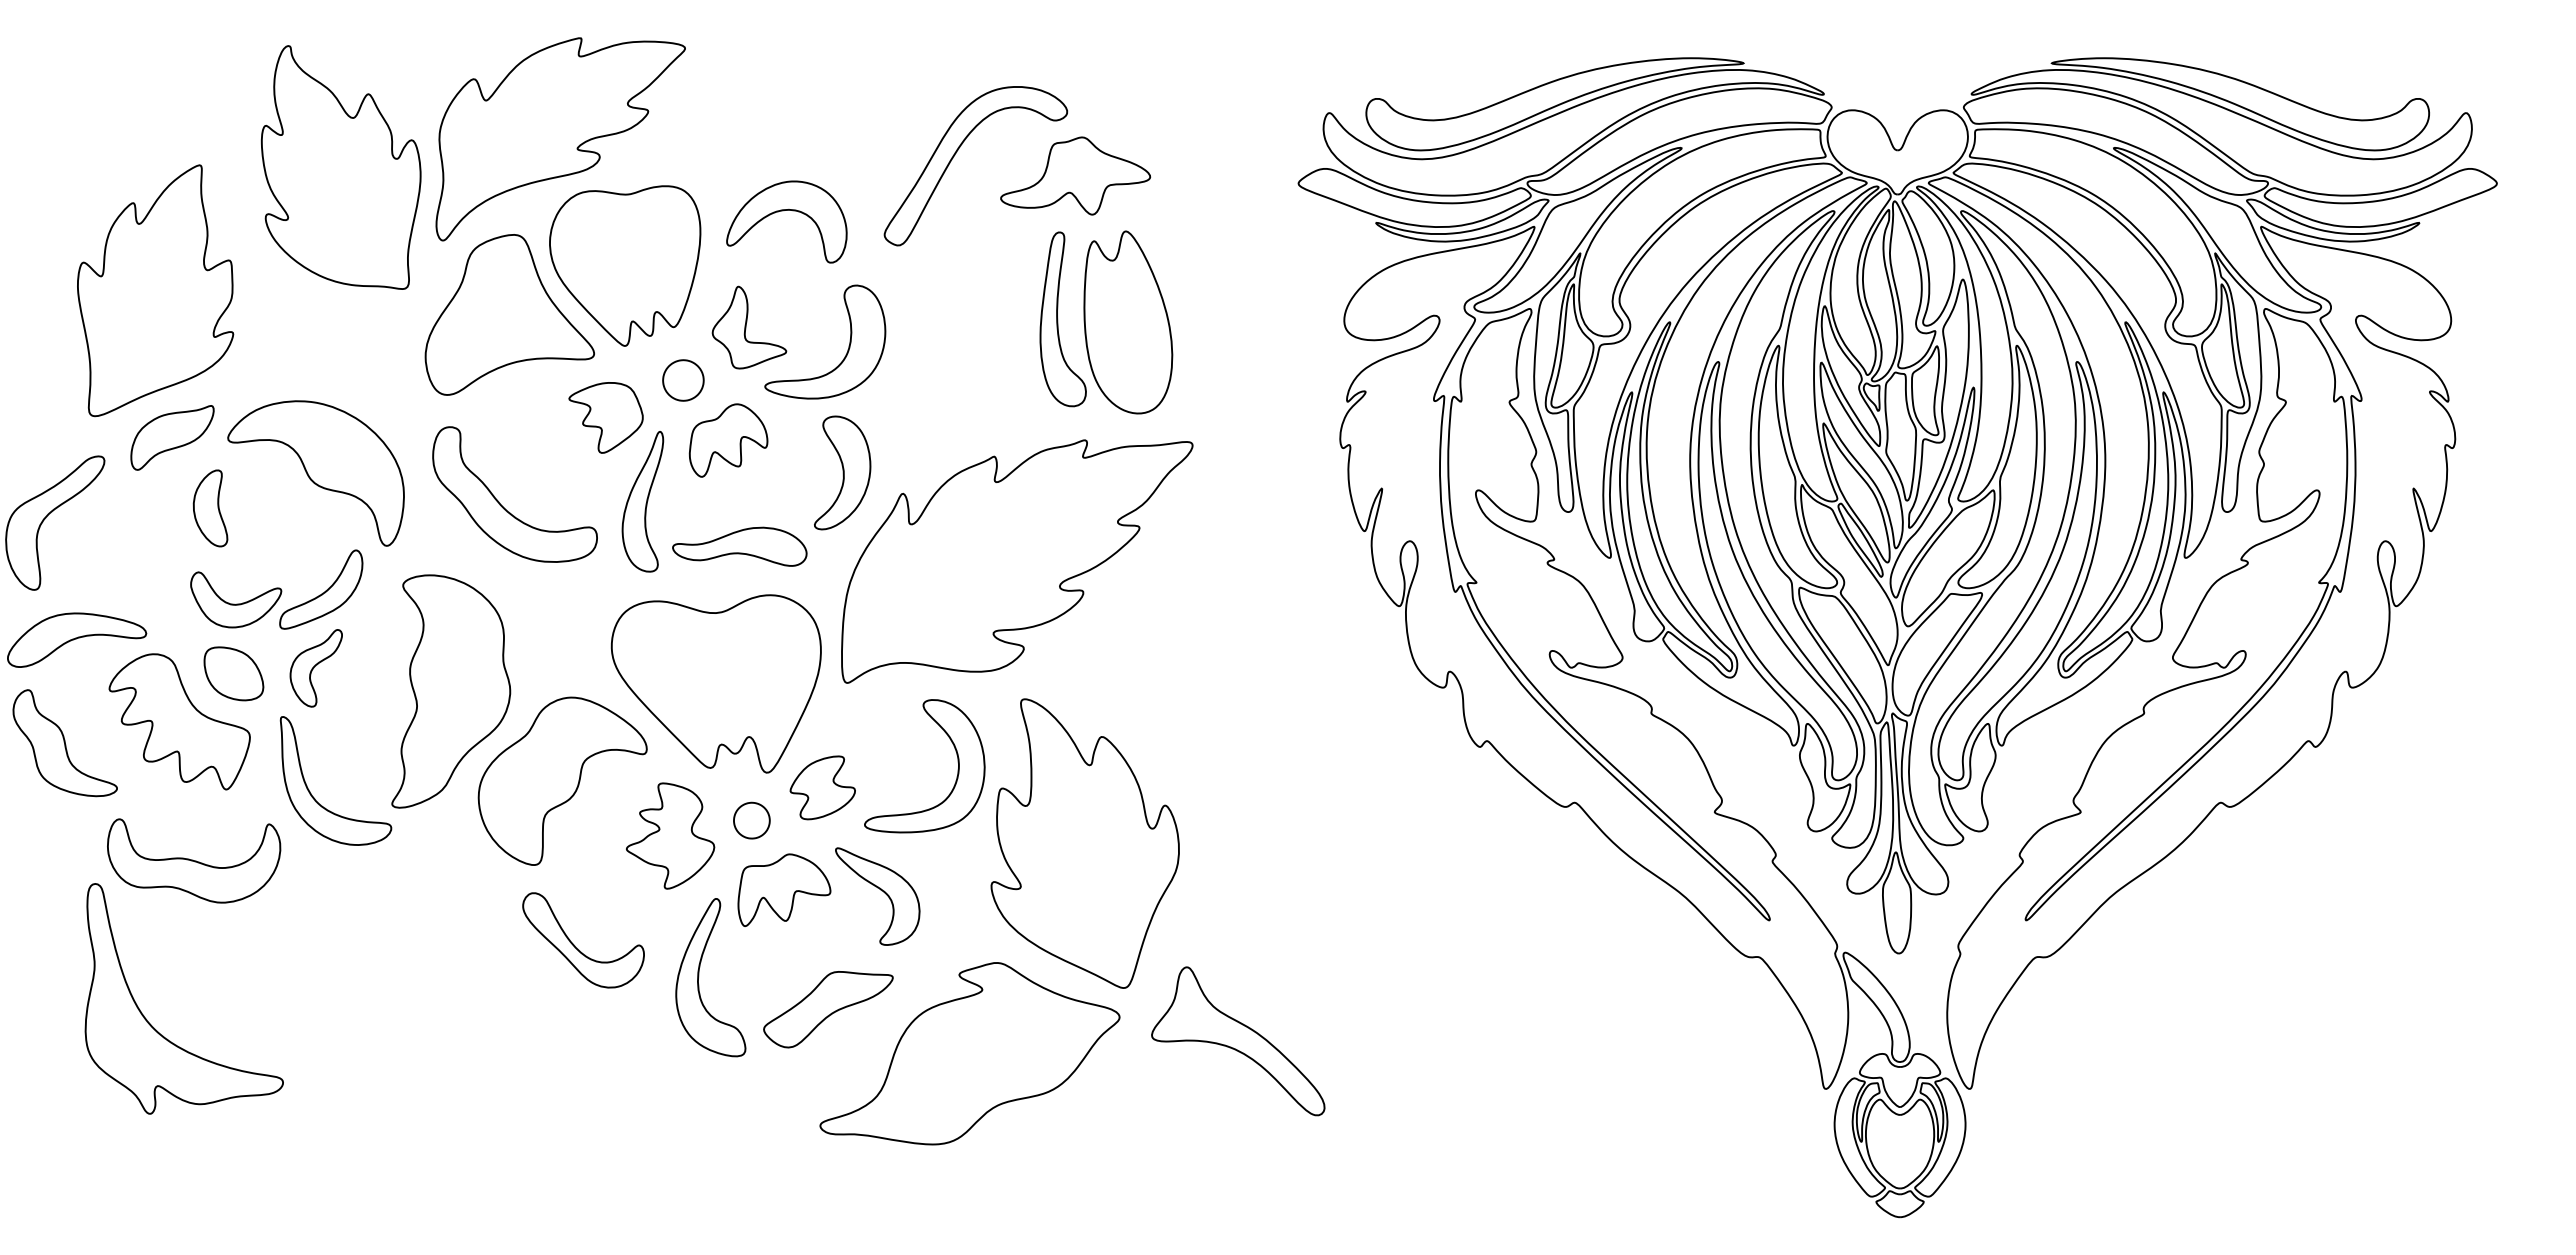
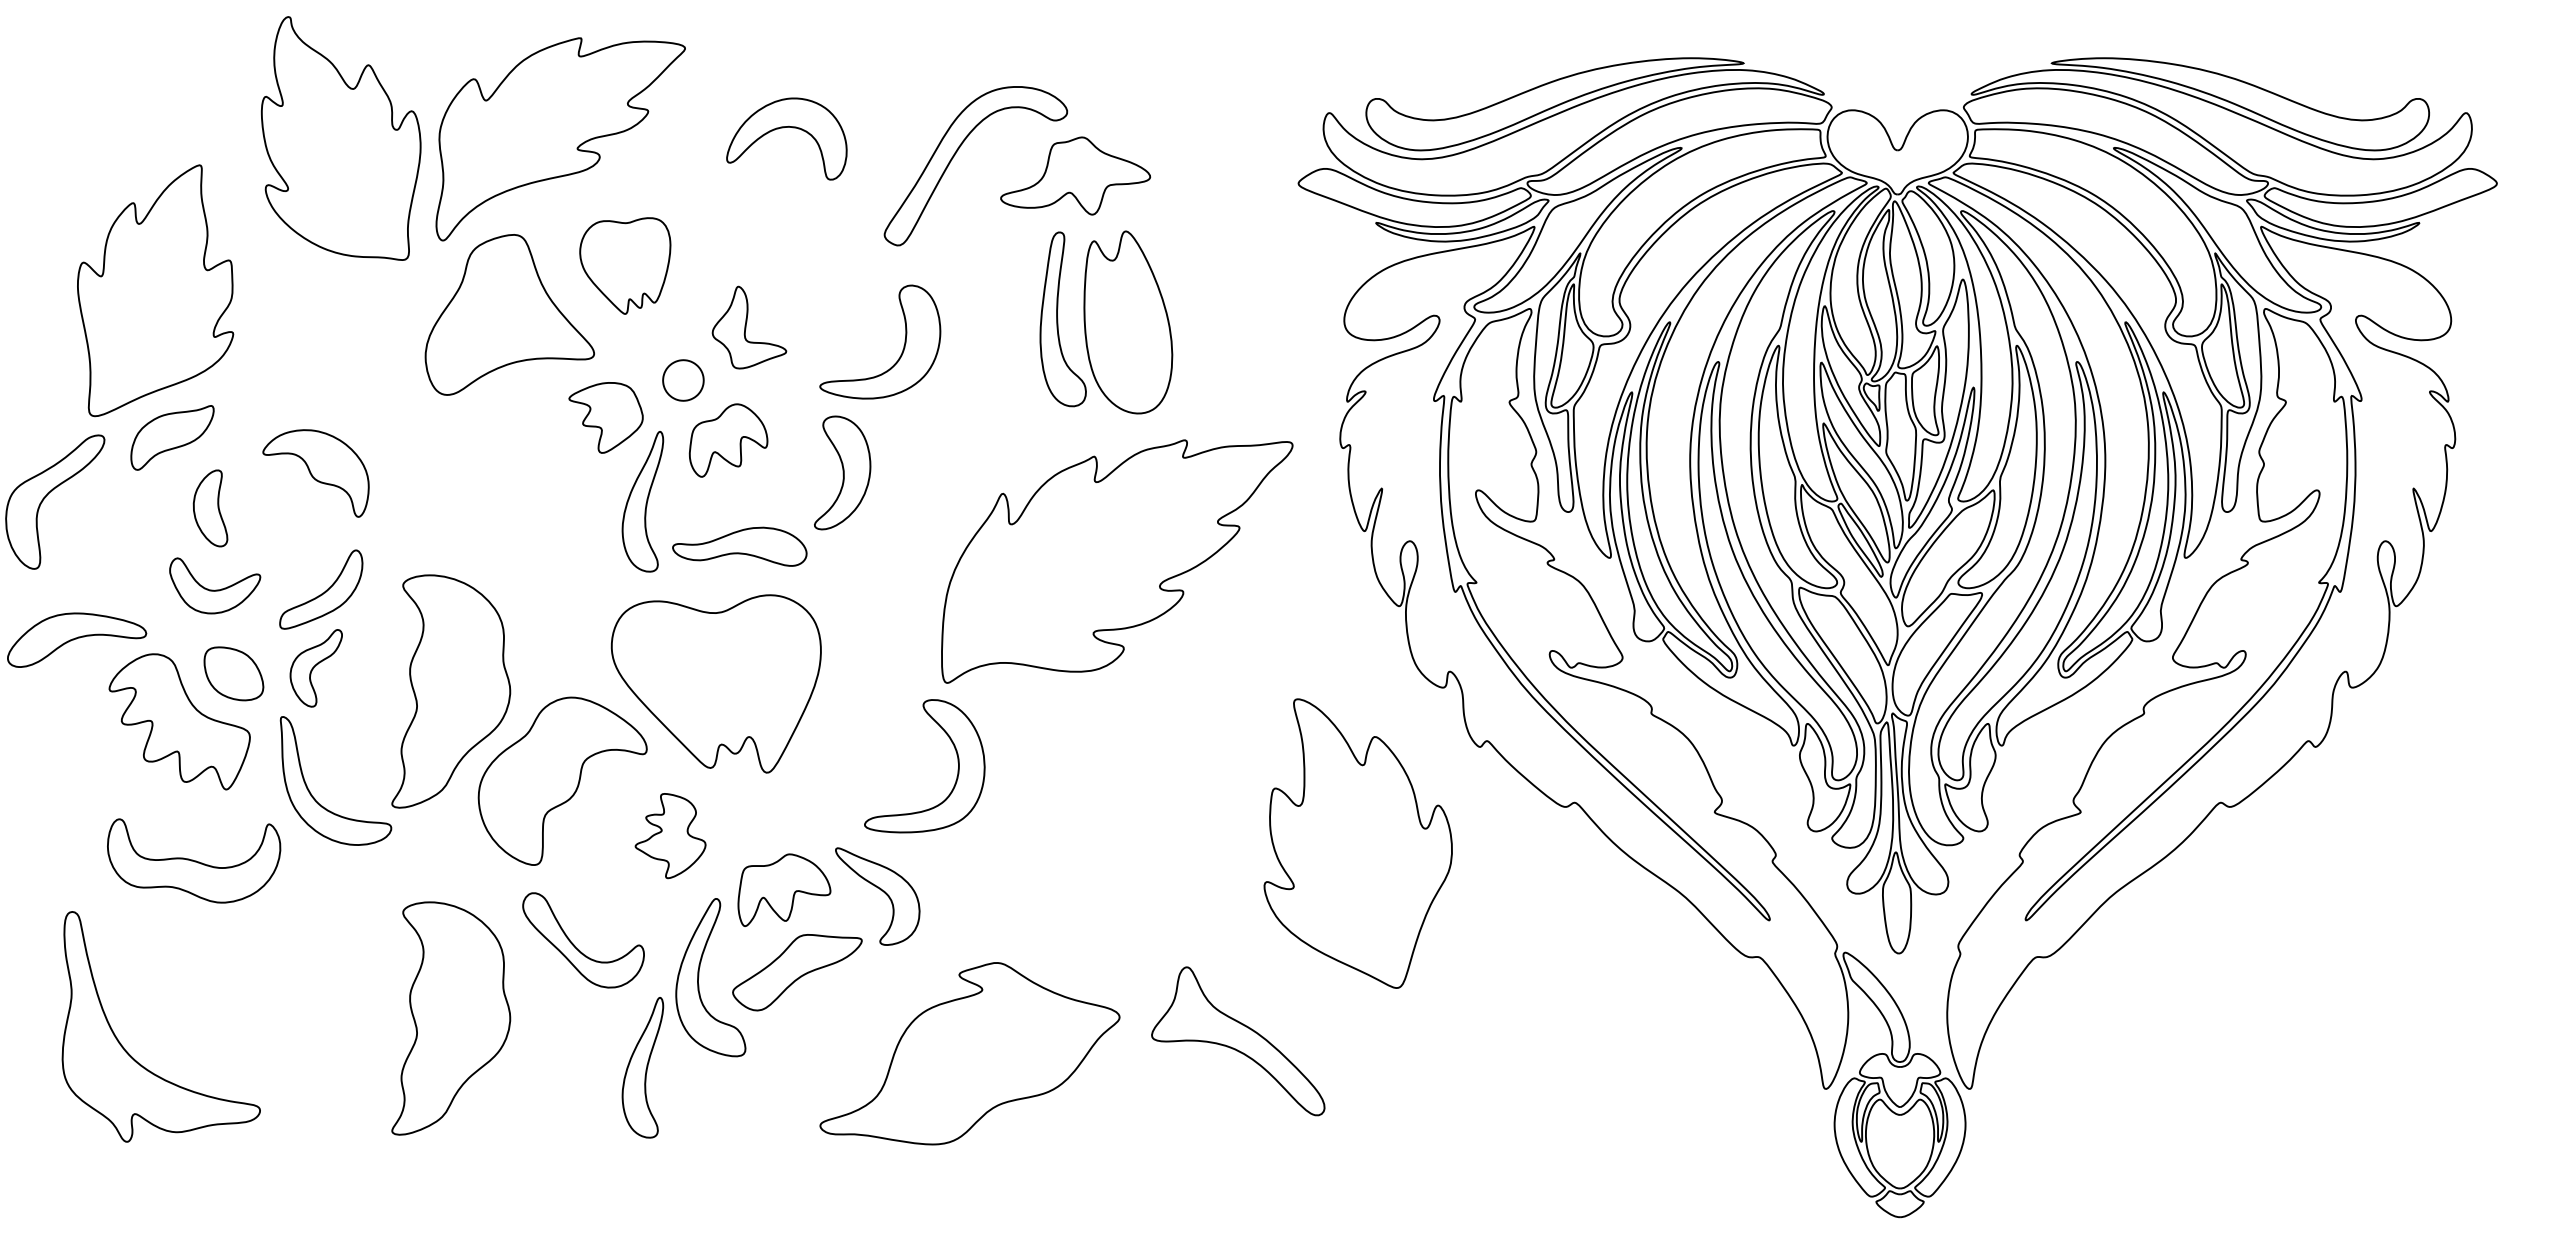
part at (340, 167) position: (340, 167) -> (340, 138)
part at (783, 211) position: (783, 211) -> (783, 128)
part at (625, 265) size: 153x162 px -> 93x98 px
part at (848, 345) position: (848, 345) -> (903, 345)
part at (315, 473) size: 178x147 px -> 108x89 px
part at (502, 505): present -> none
part at (46, 518) position: (46, 518) -> (46, 497)
part at (1017, 561) position: (1017, 561) -> (1117, 561)
part at (236, 599) position: (236, 599) -> (215, 585)
part at (64, 743): present -> none
part at (822, 787): present -> none
part at (751, 820): present -> none
part at (670, 835) size: 90x108 px -> 73x87 px
part at (1084, 843) position: (1084, 843) -> (1357, 843)
part at (828, 1009) position: (828, 1009) -> (797, 972)
part at (451, 1018): none -> present
part at (154, 1027) position: (154, 1027) -> (131, 1055)
part at (642, 1067): none -> present
